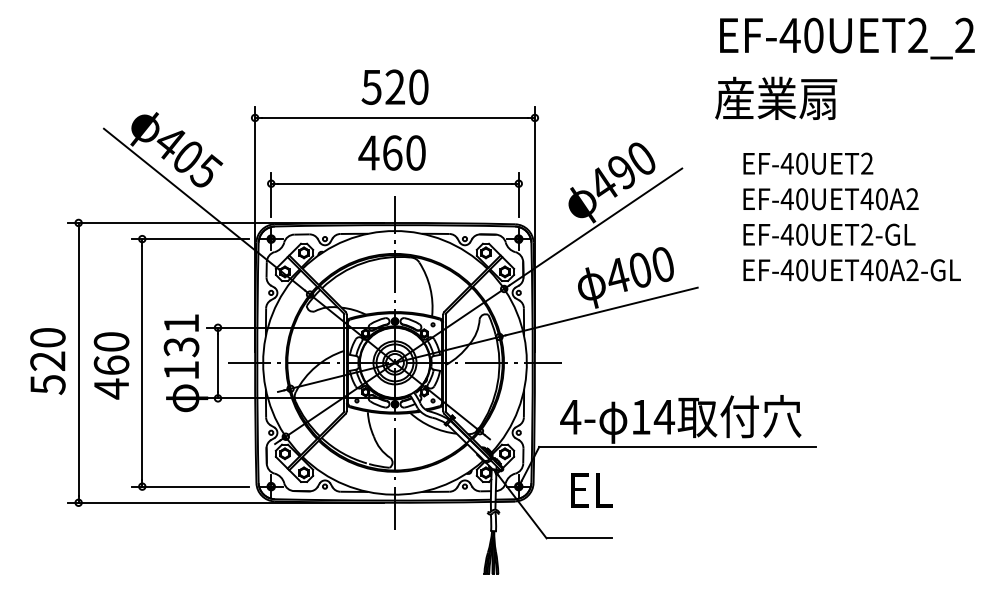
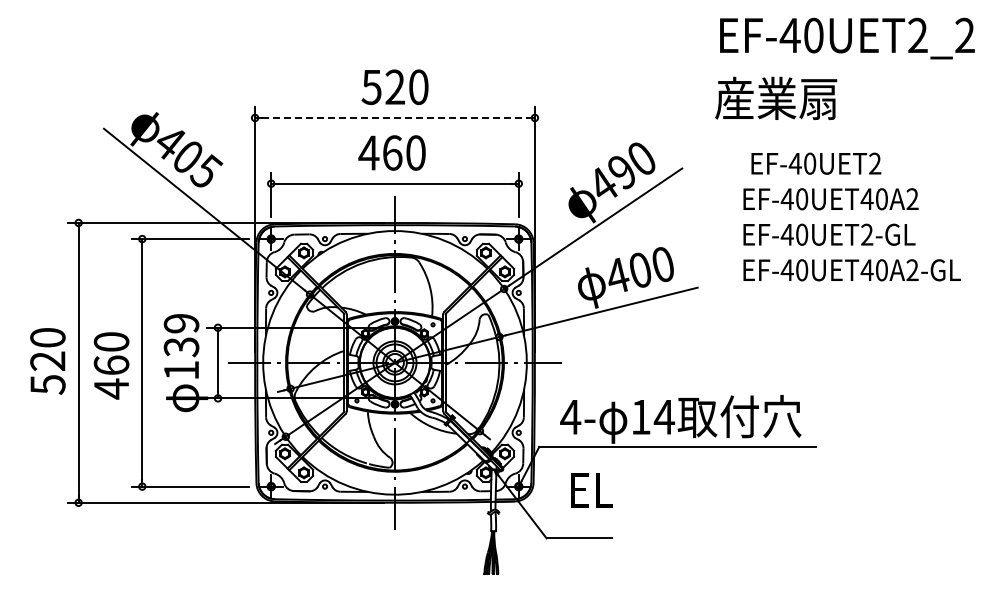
line at (395, 117): solid -> dashed
text at (808, 163) position: (808, 163) -> (816, 163)
text at (181, 323): 131 -> 139
